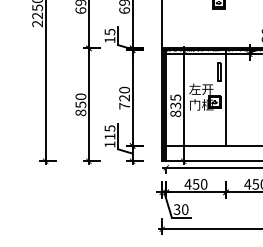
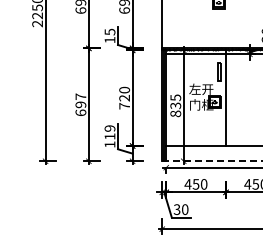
text at (80, 104): 850 -> 697
text at (109, 128): 115 -> 119
line at (212, 161): solid -> dashed
